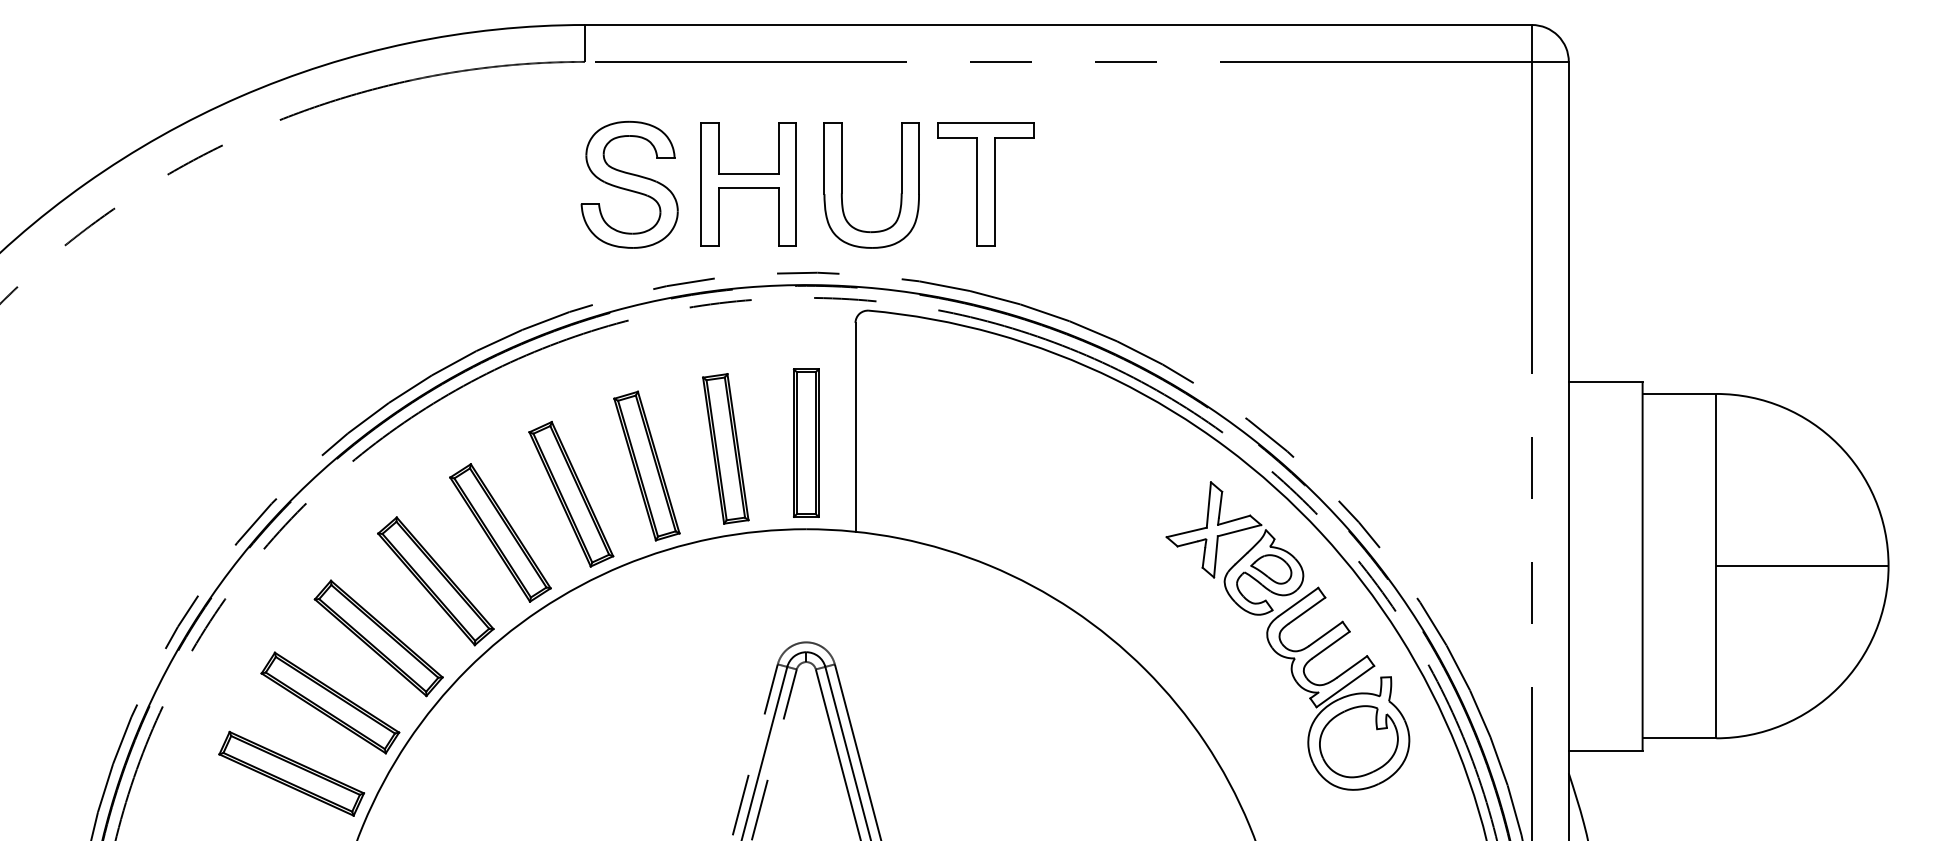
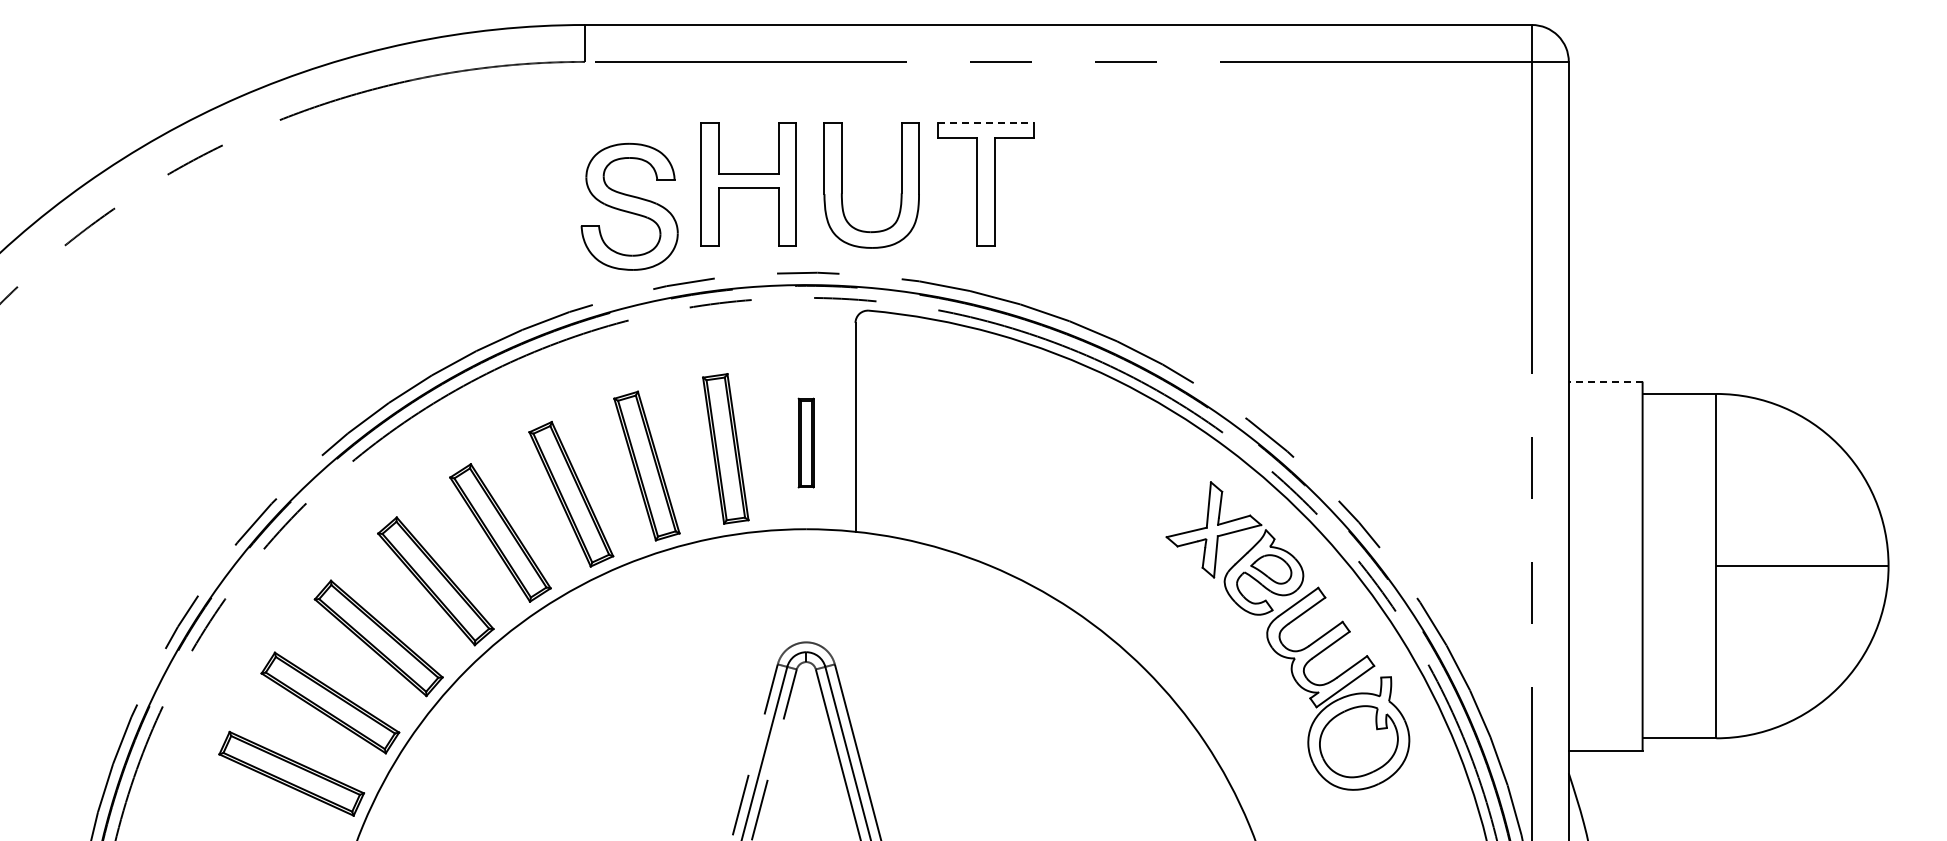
line at (986, 123): solid -> dashed
part at (629, 184) position: (629, 184) -> (629, 206)
line at (1605, 381): solid -> dashed
part at (805, 442) size: 28x150 px -> 18x92 px
